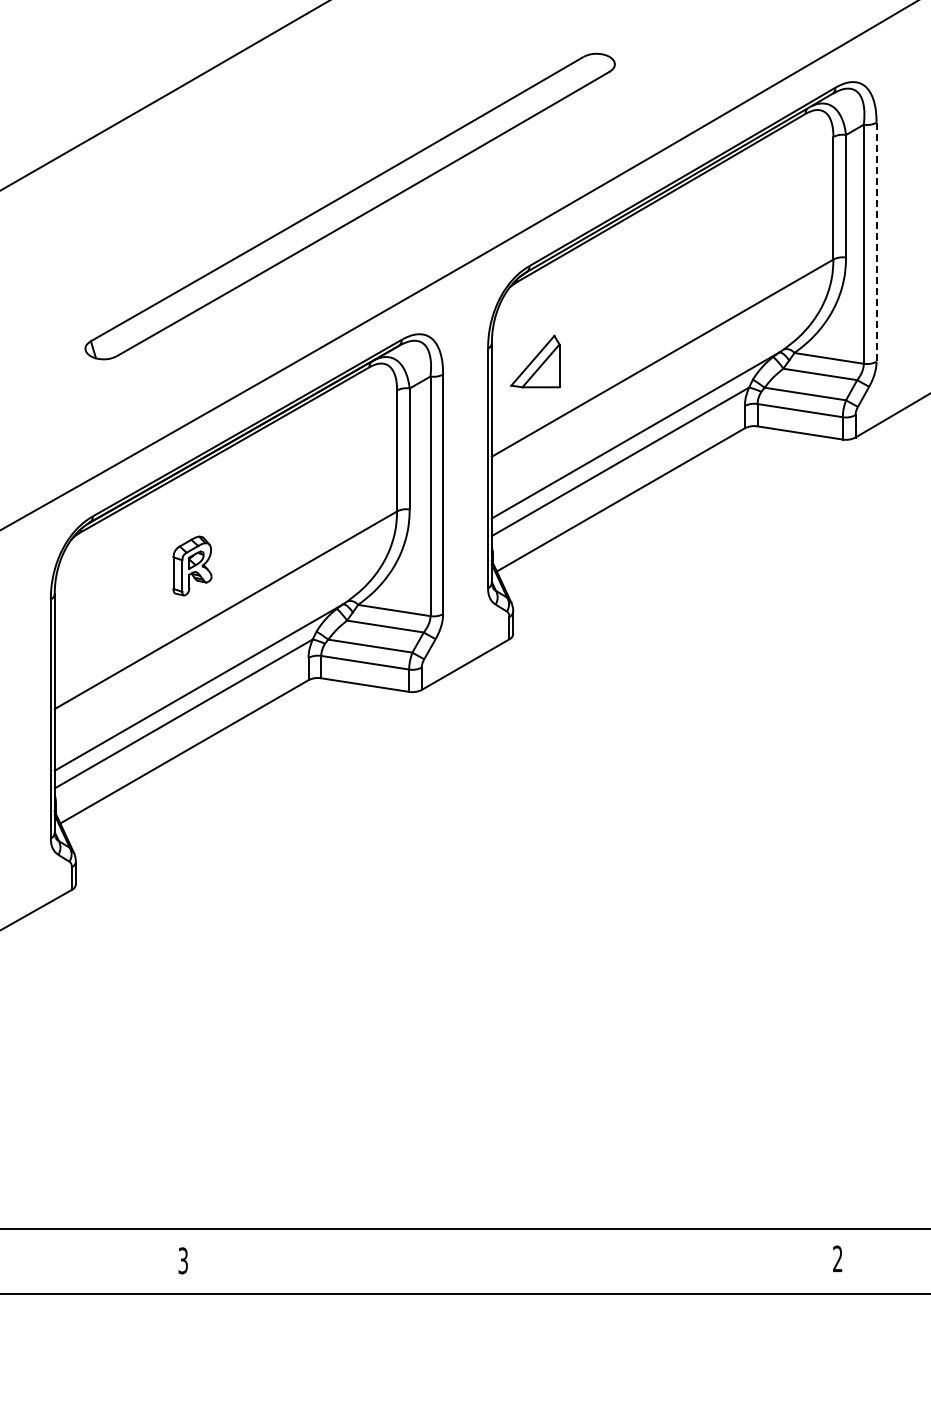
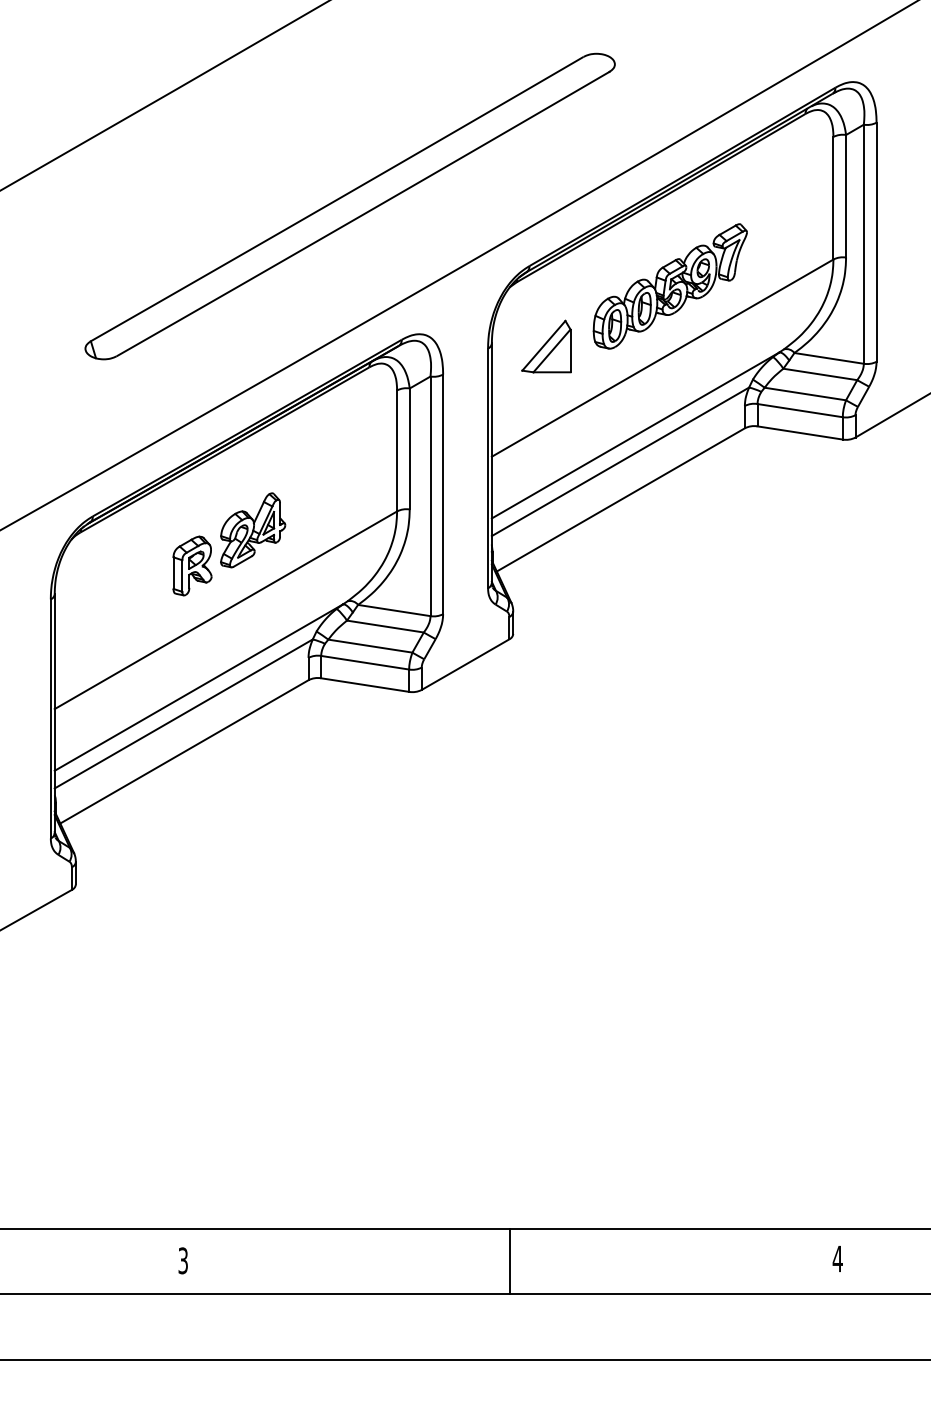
line at (876, 242): dashed -> solid
part at (669, 286): none -> present
part at (535, 361) position: (535, 361) -> (546, 346)
part at (253, 530): none -> present
text at (837, 1258): 2 -> 4
line at (510, 1261): none -> present
line at (464, 1359): none -> present
